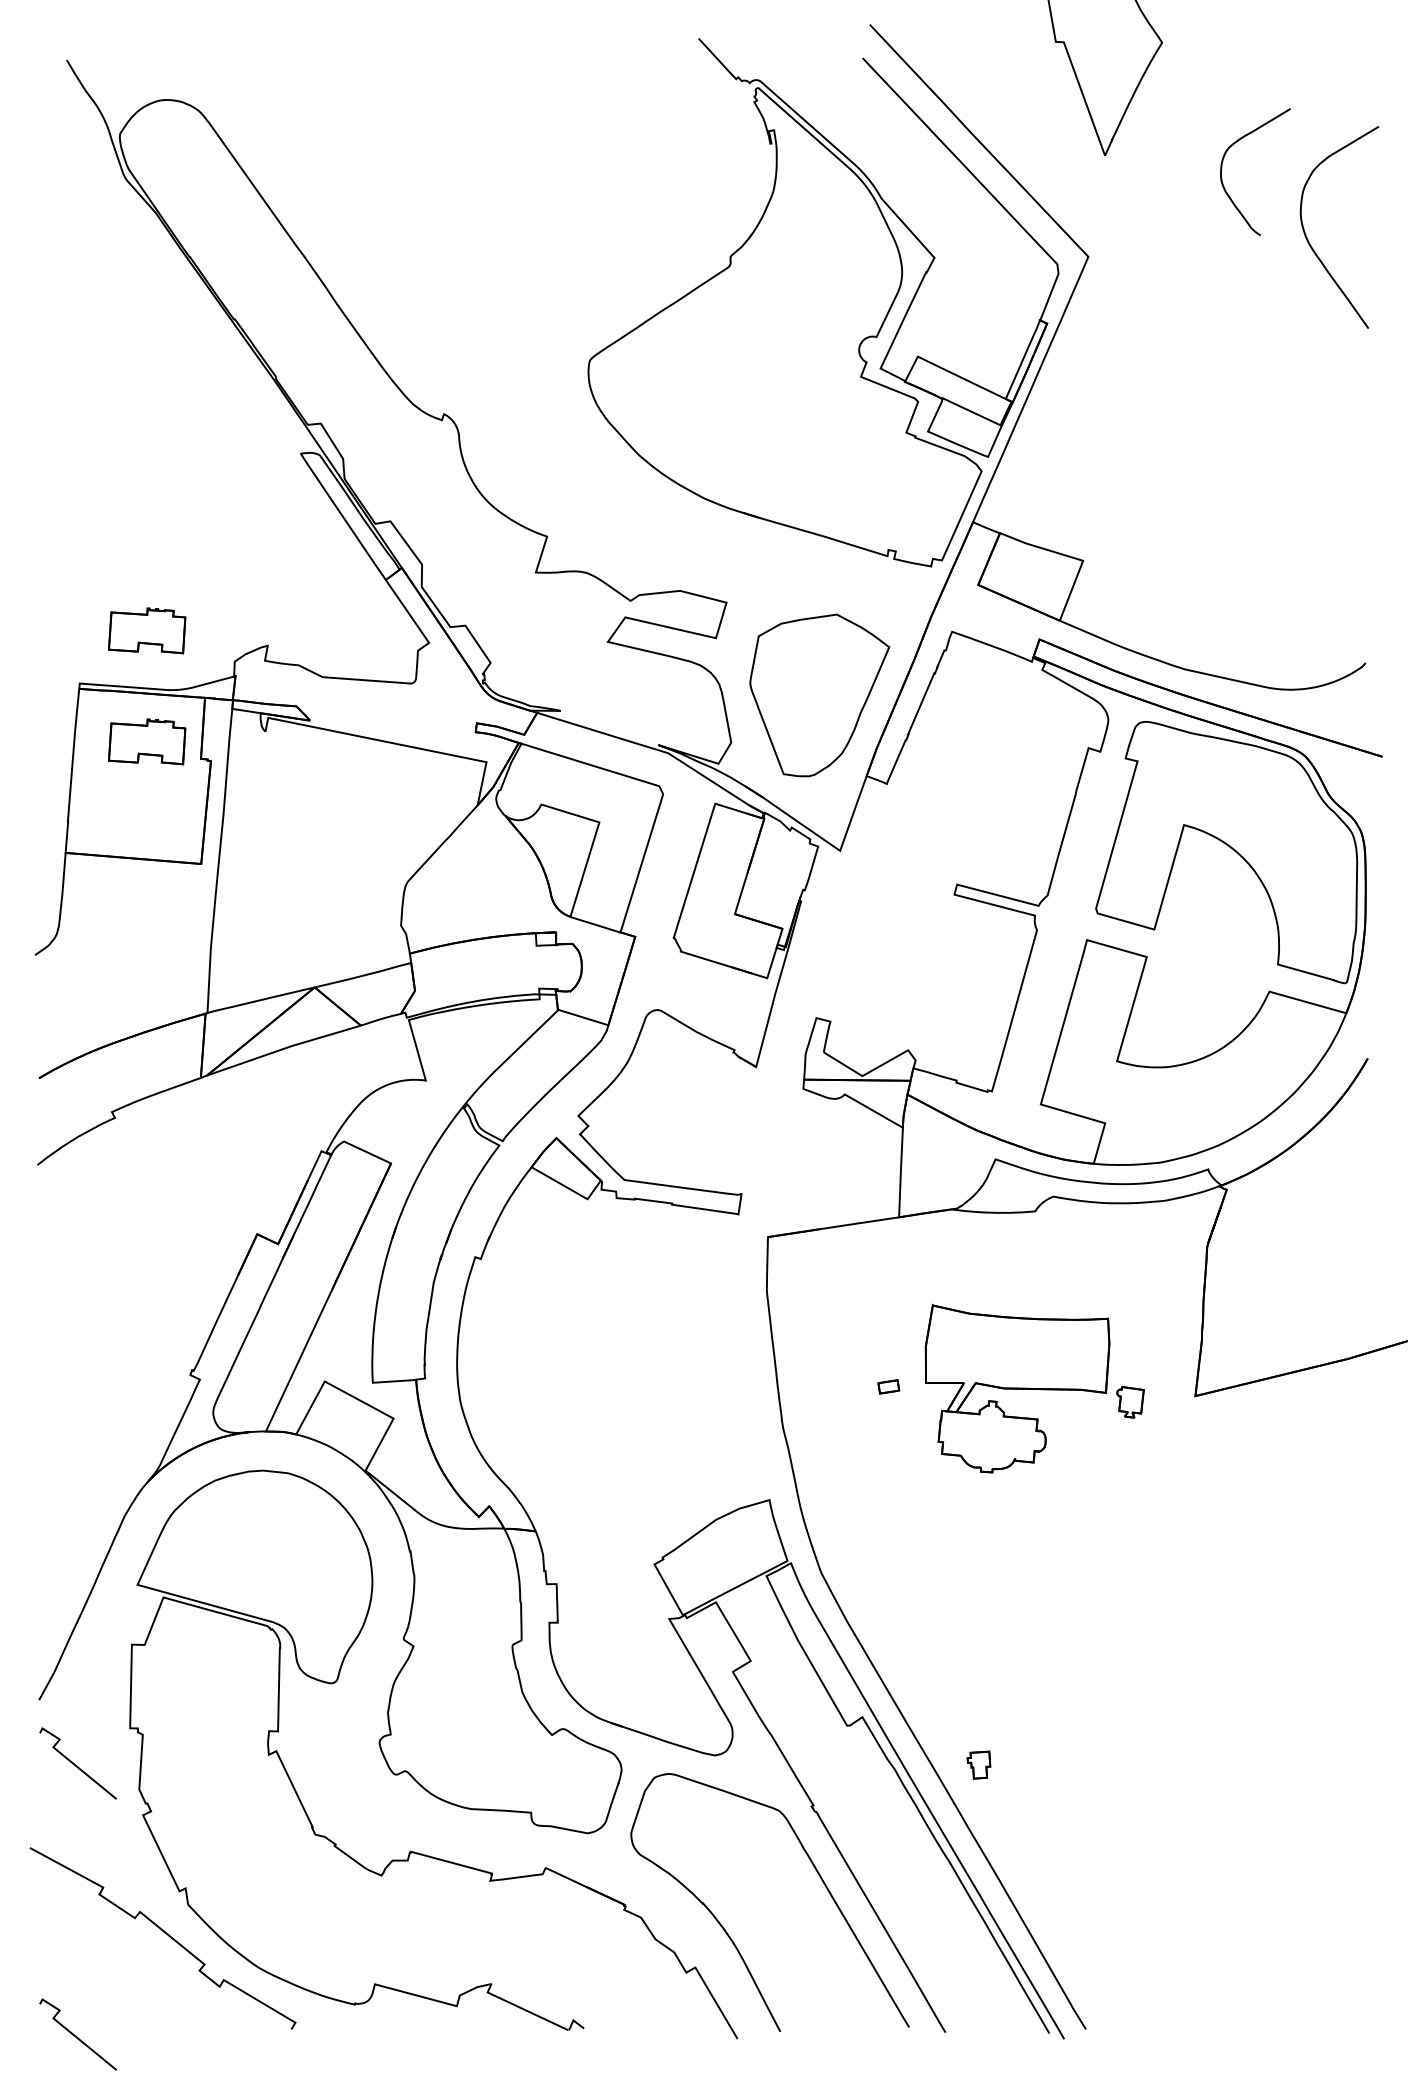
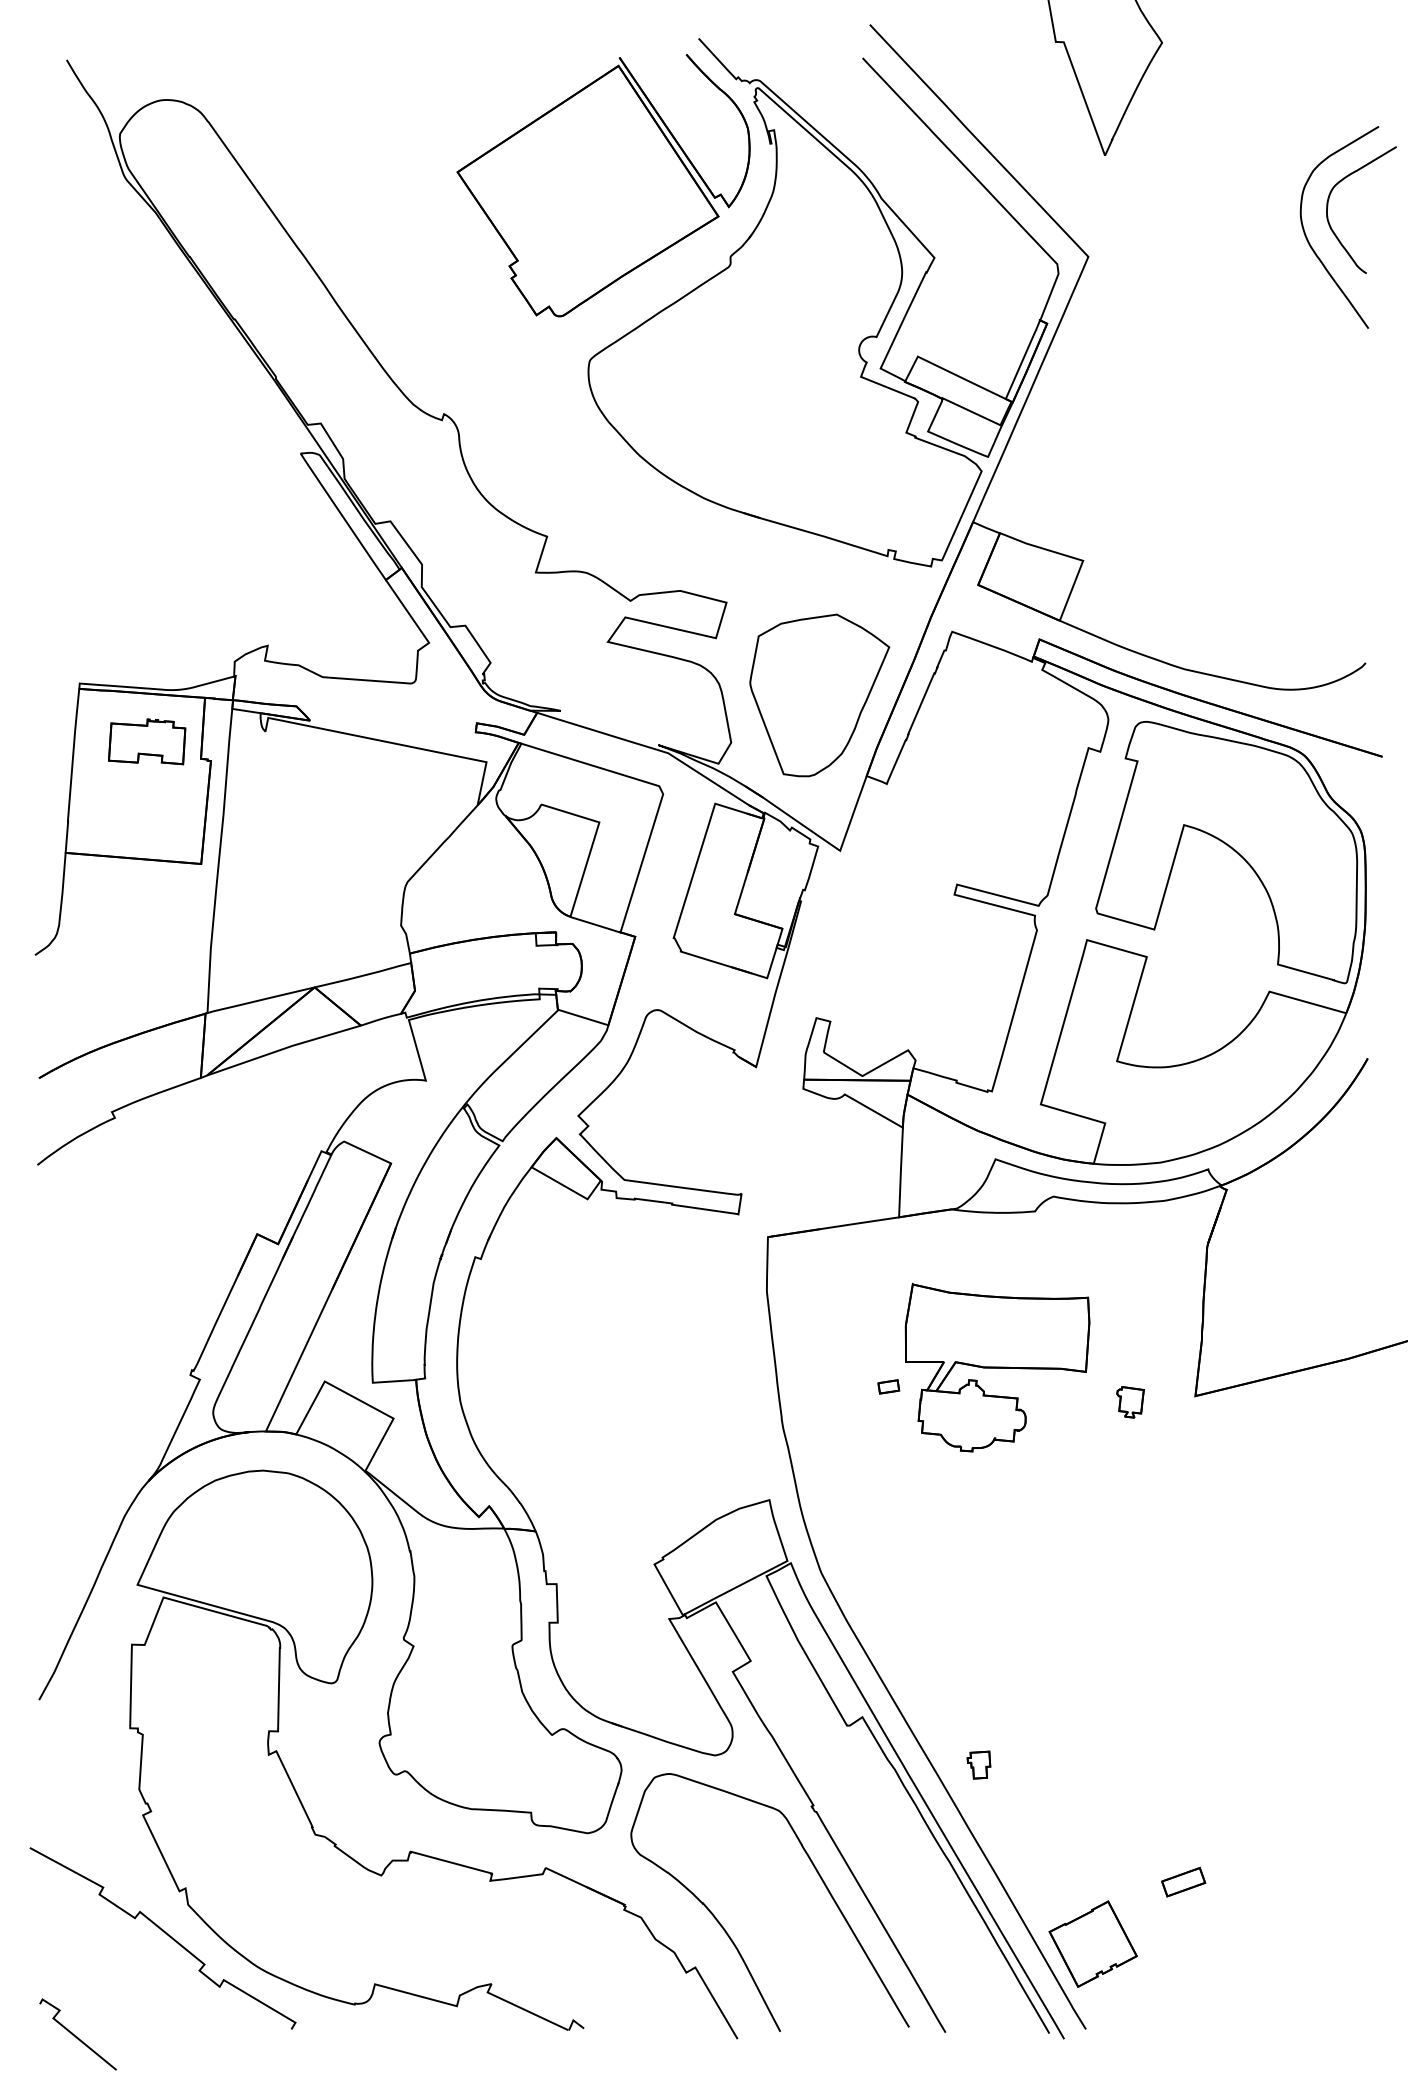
curve at (1222, 168) position: (1222, 168) -> (1328, 206)
part at (603, 185): none -> present
part at (147, 630): present -> none
part at (1017, 1388) position: (1017, 1388) -> (997, 1367)
curve at (77, 1765): present -> none
part at (1183, 1881): none -> present
part at (1092, 1943): none -> present
